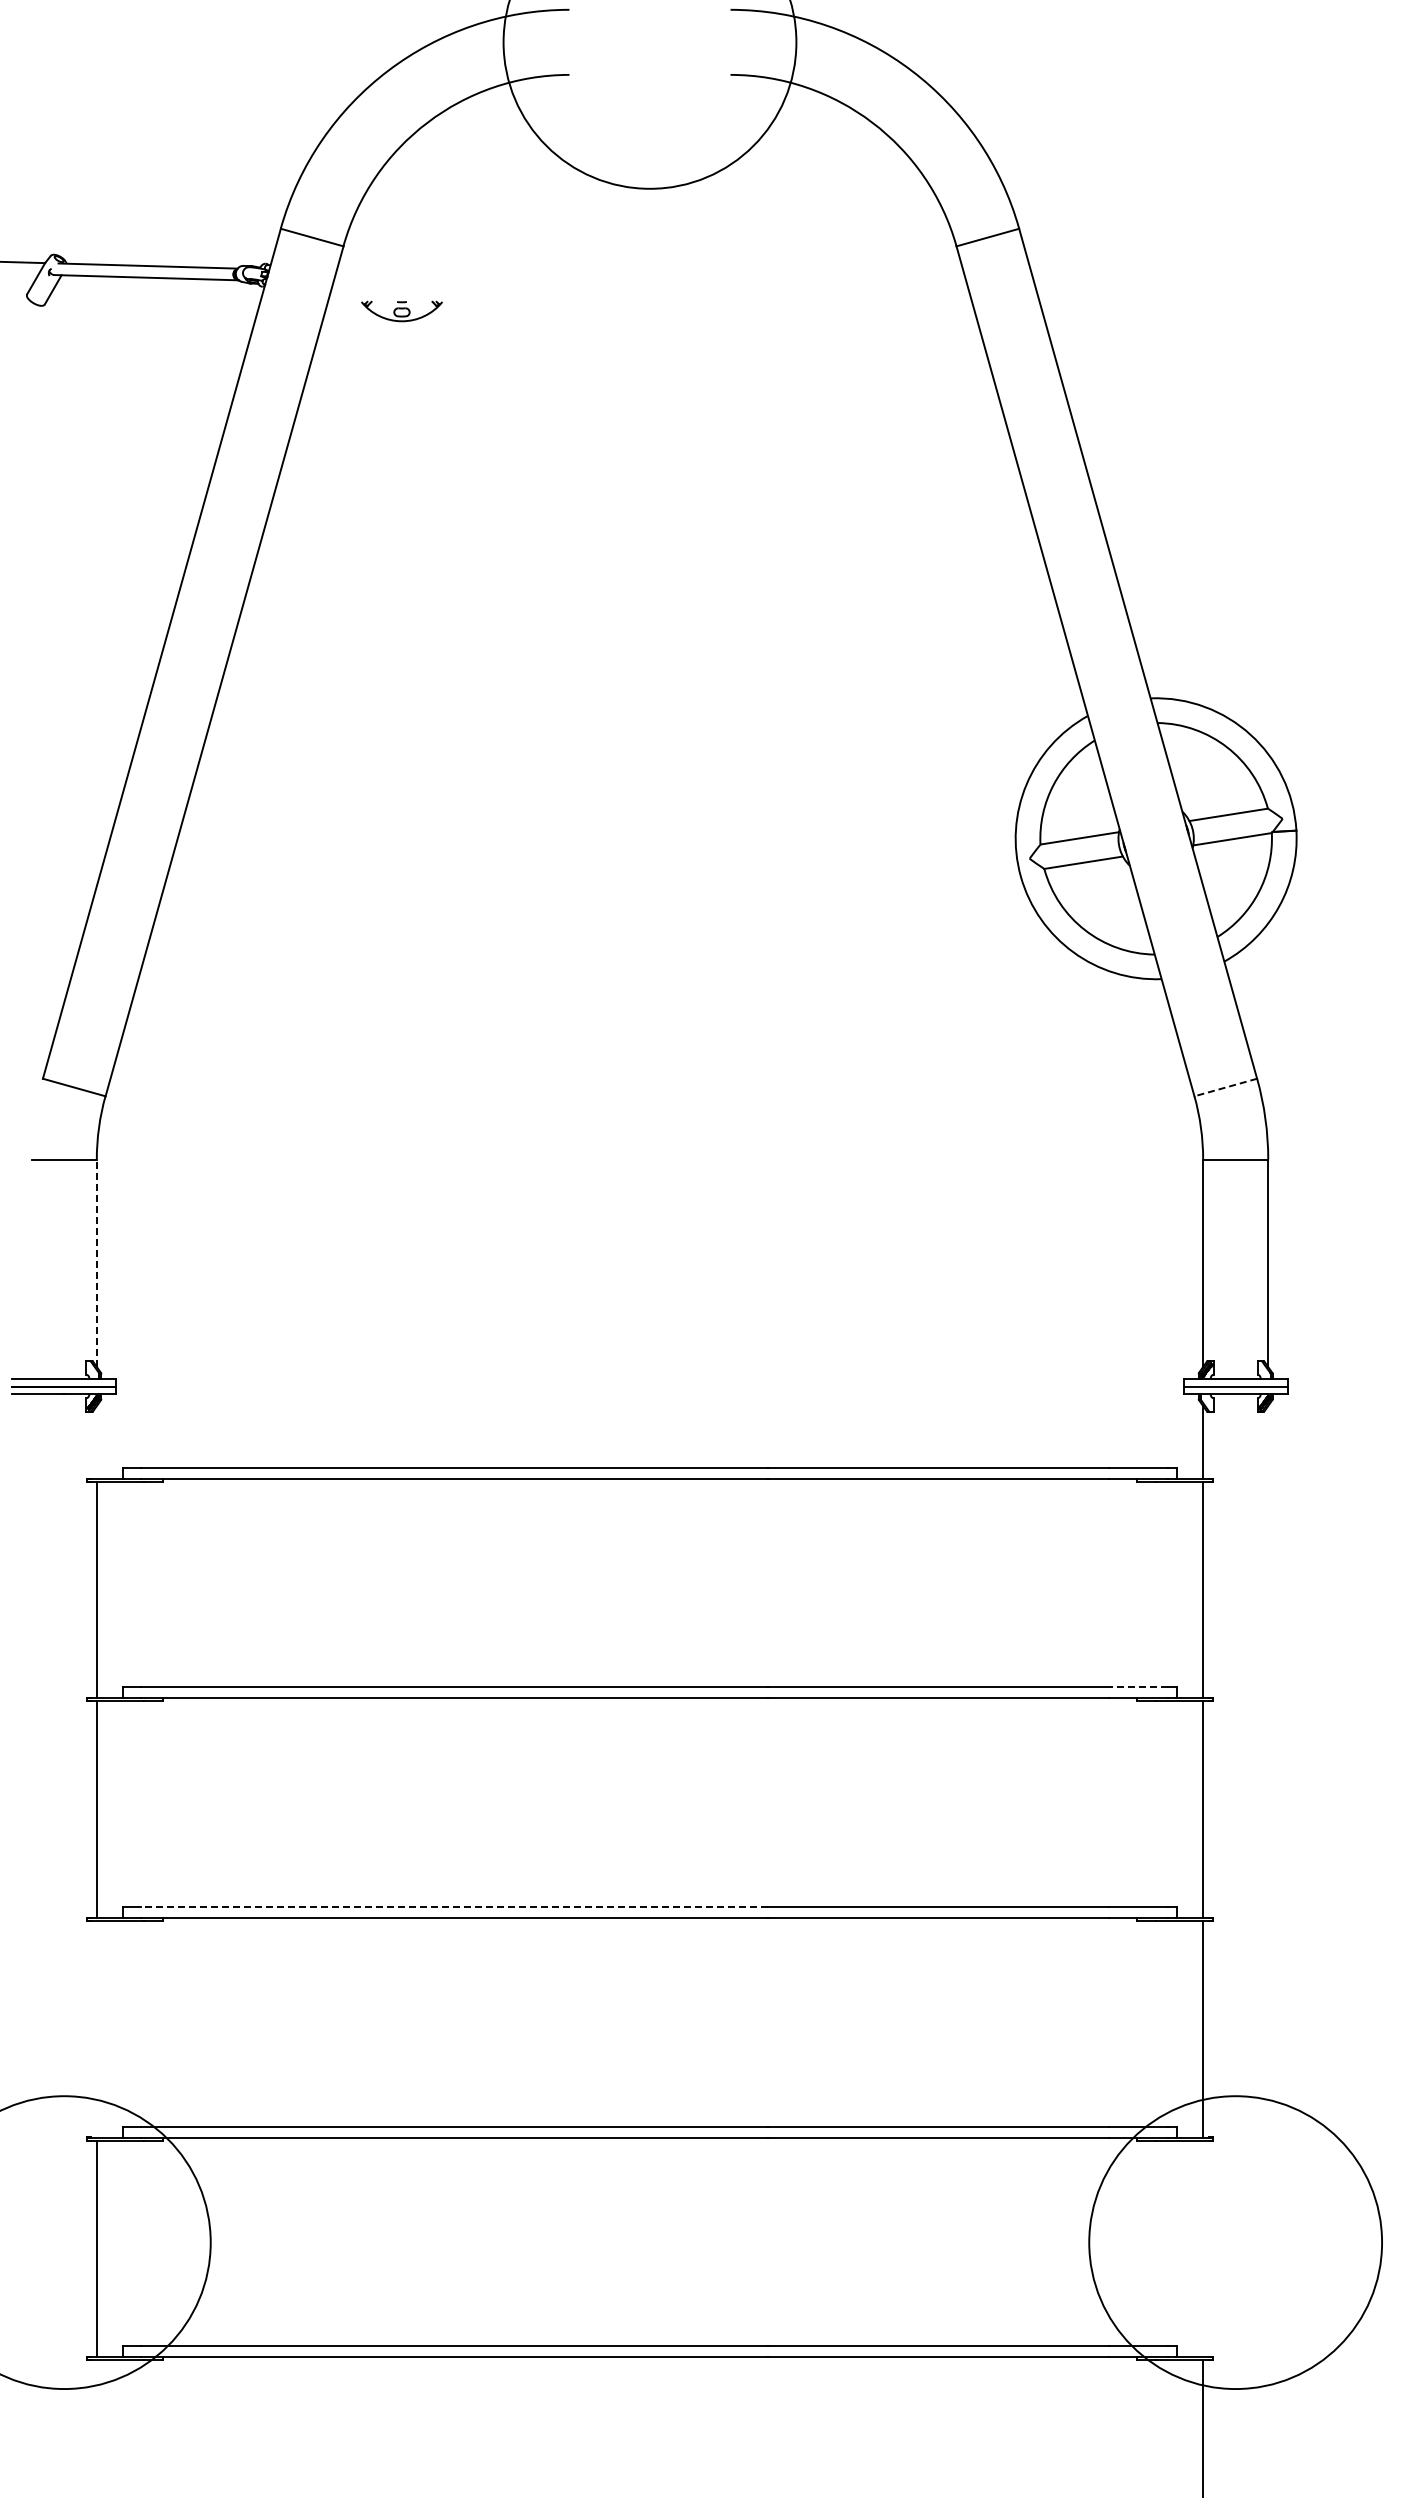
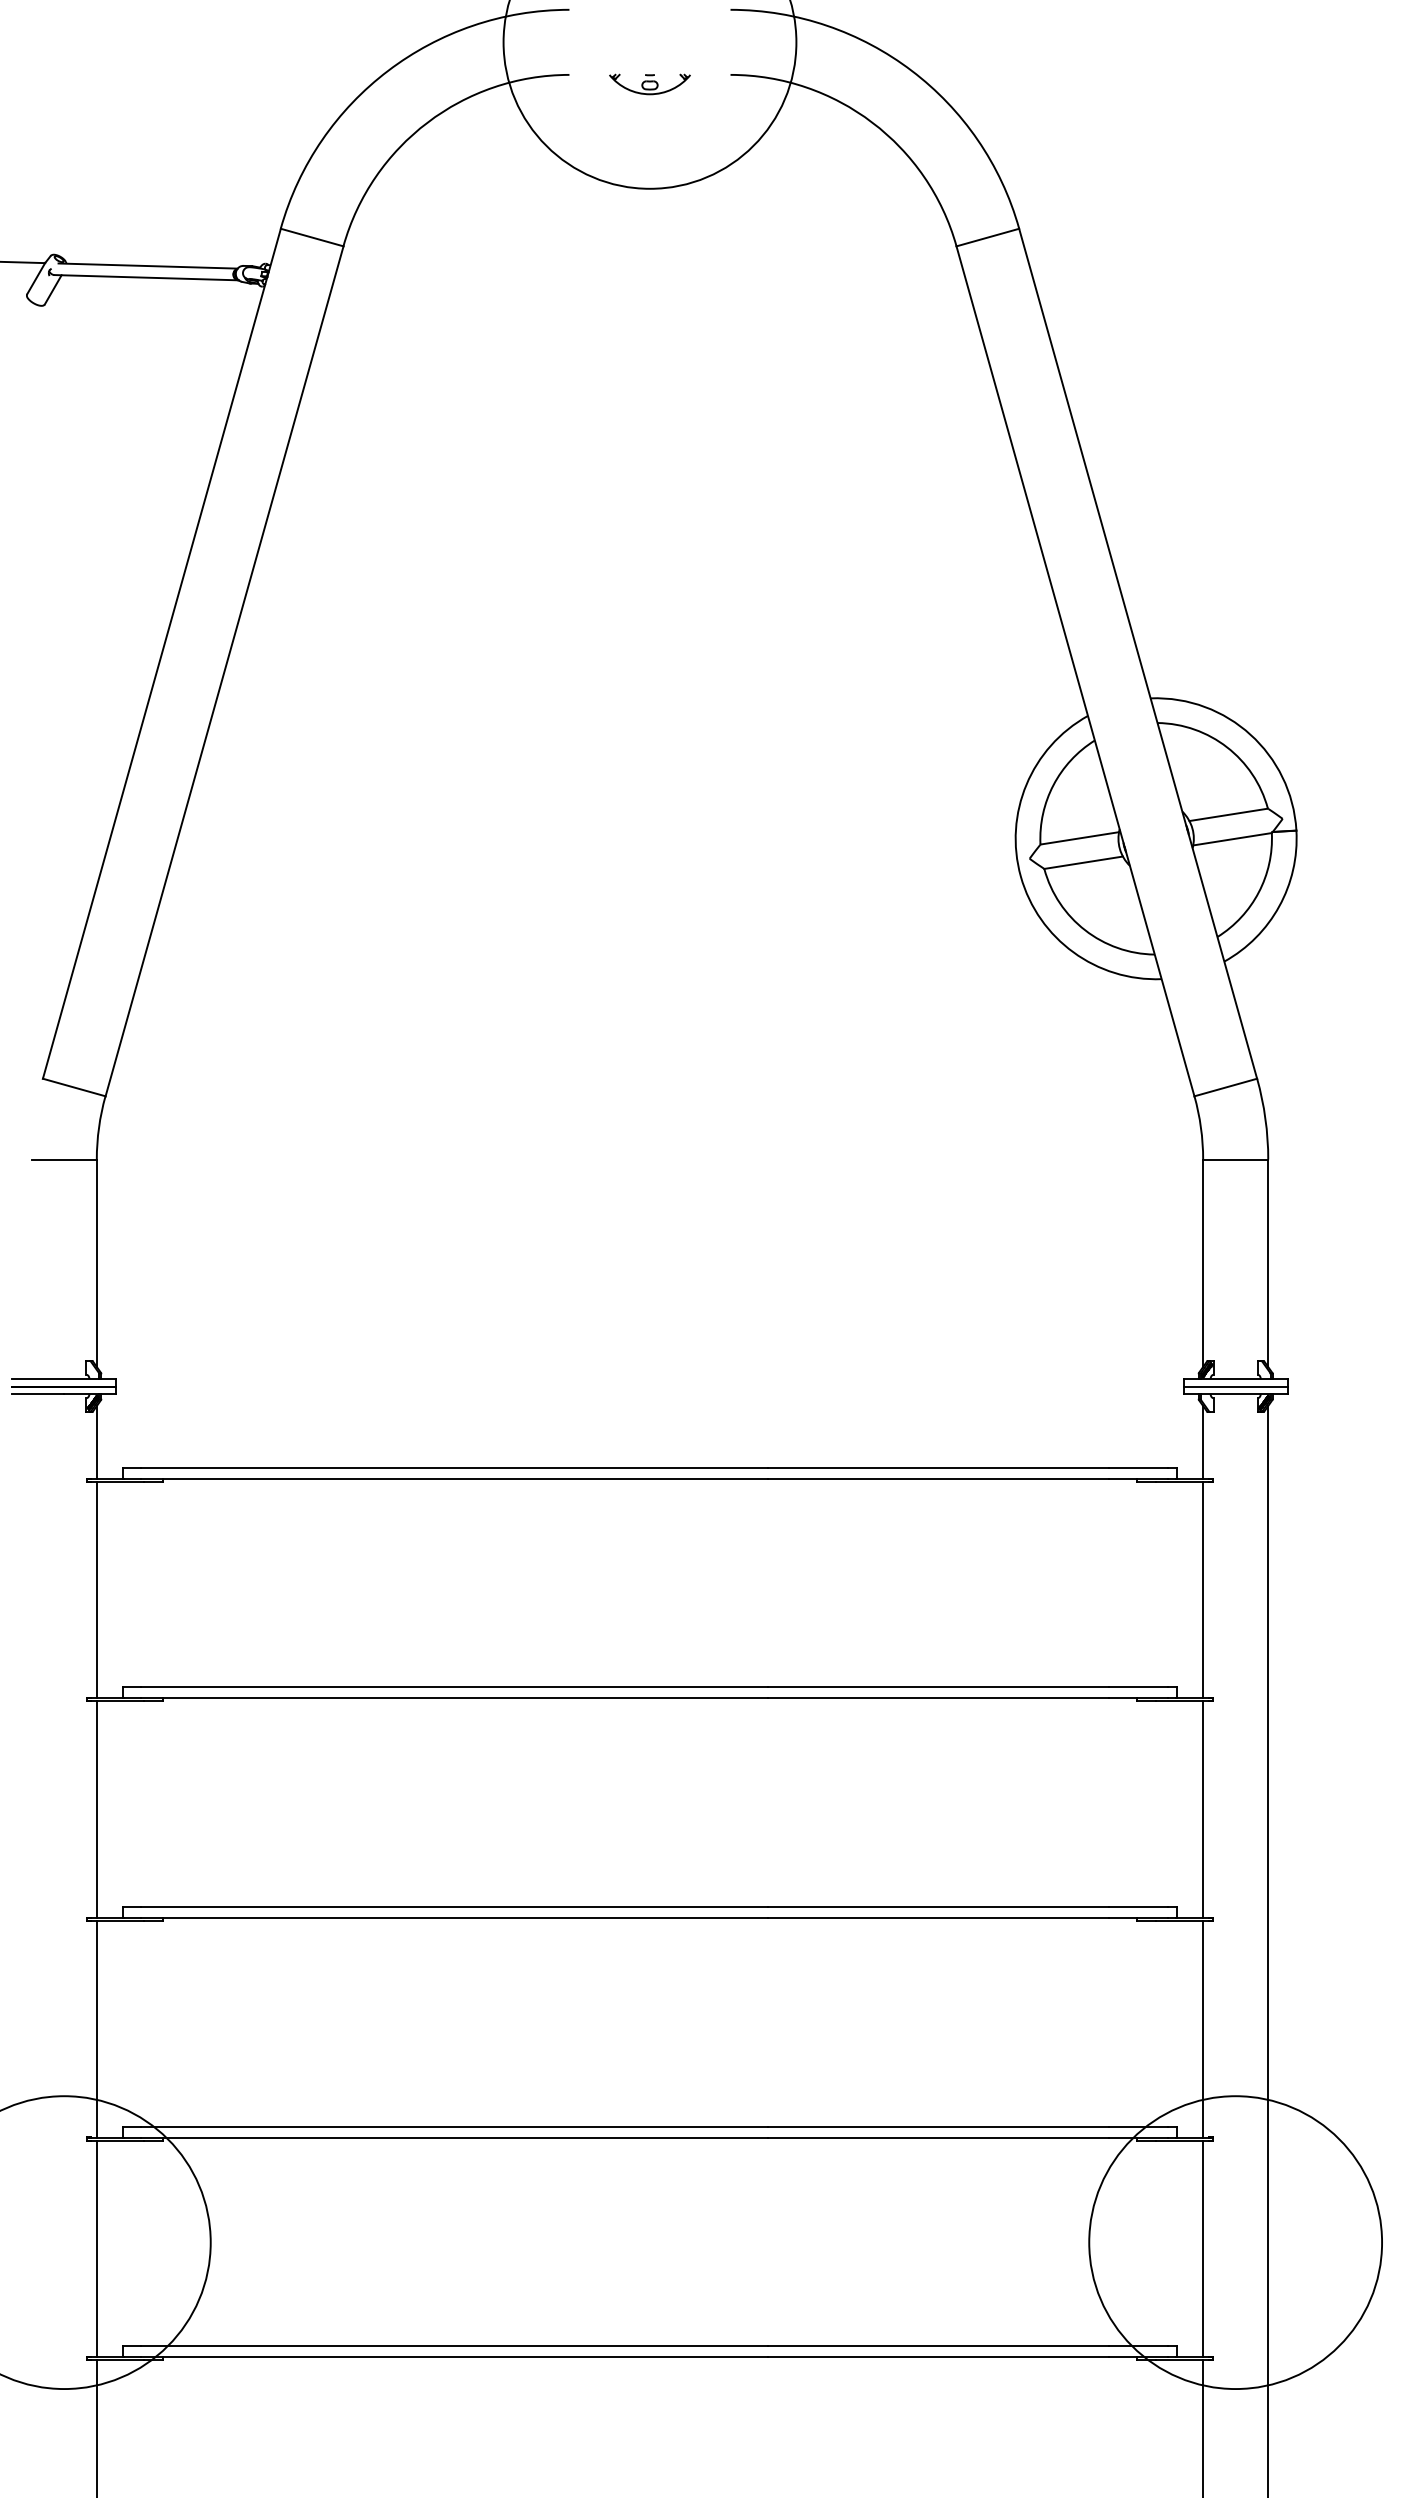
part at (401, 311) position: (401, 311) -> (649, 84)
line at (1225, 1087): dashed -> solid
line at (96, 1263): dashed -> solid
line at (96, 1441): none -> present
line at (1138, 1687): dashed -> solid
line at (454, 1907): dashed -> solid
line at (1268, 1949): none -> present
line at (96, 2028): none -> present
line at (1203, 2248): none -> present
line at (96, 2427): none -> present
